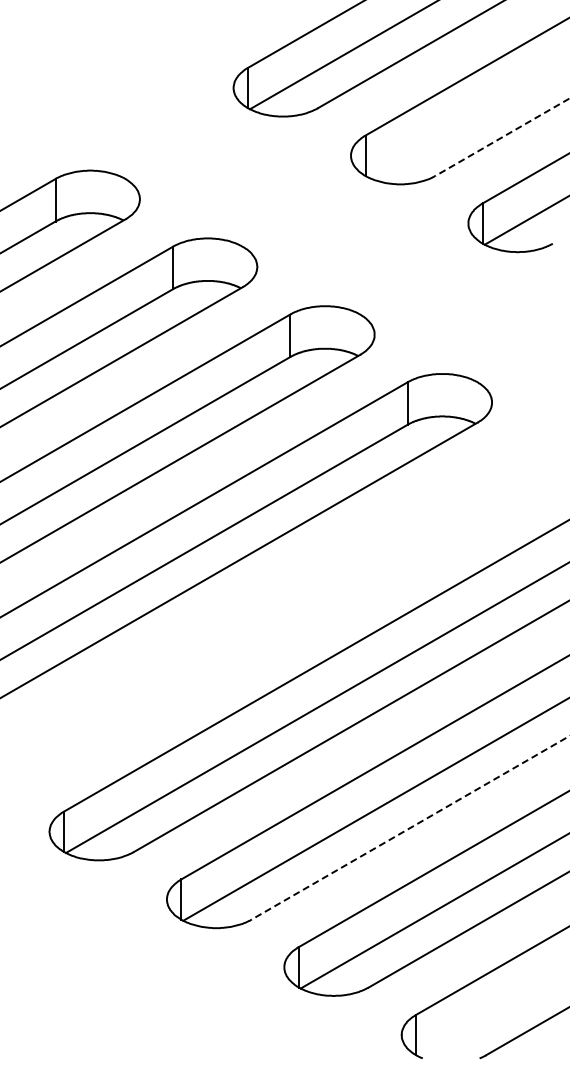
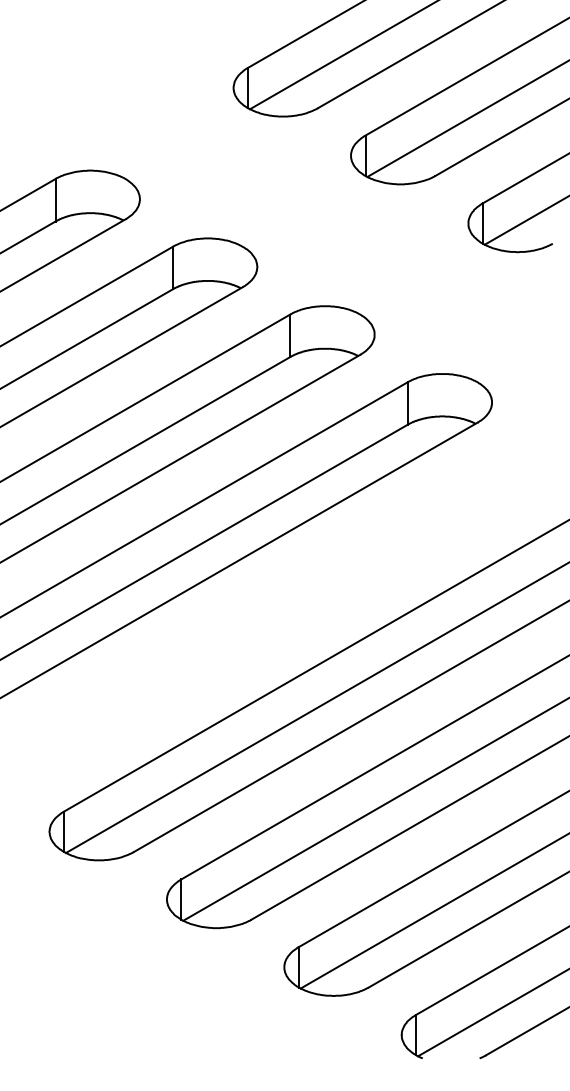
line at (466, 118): none -> present
line at (502, 137): dashed -> solid
line at (410, 827): dashed -> solid
line at (492, 1013): none -> present
